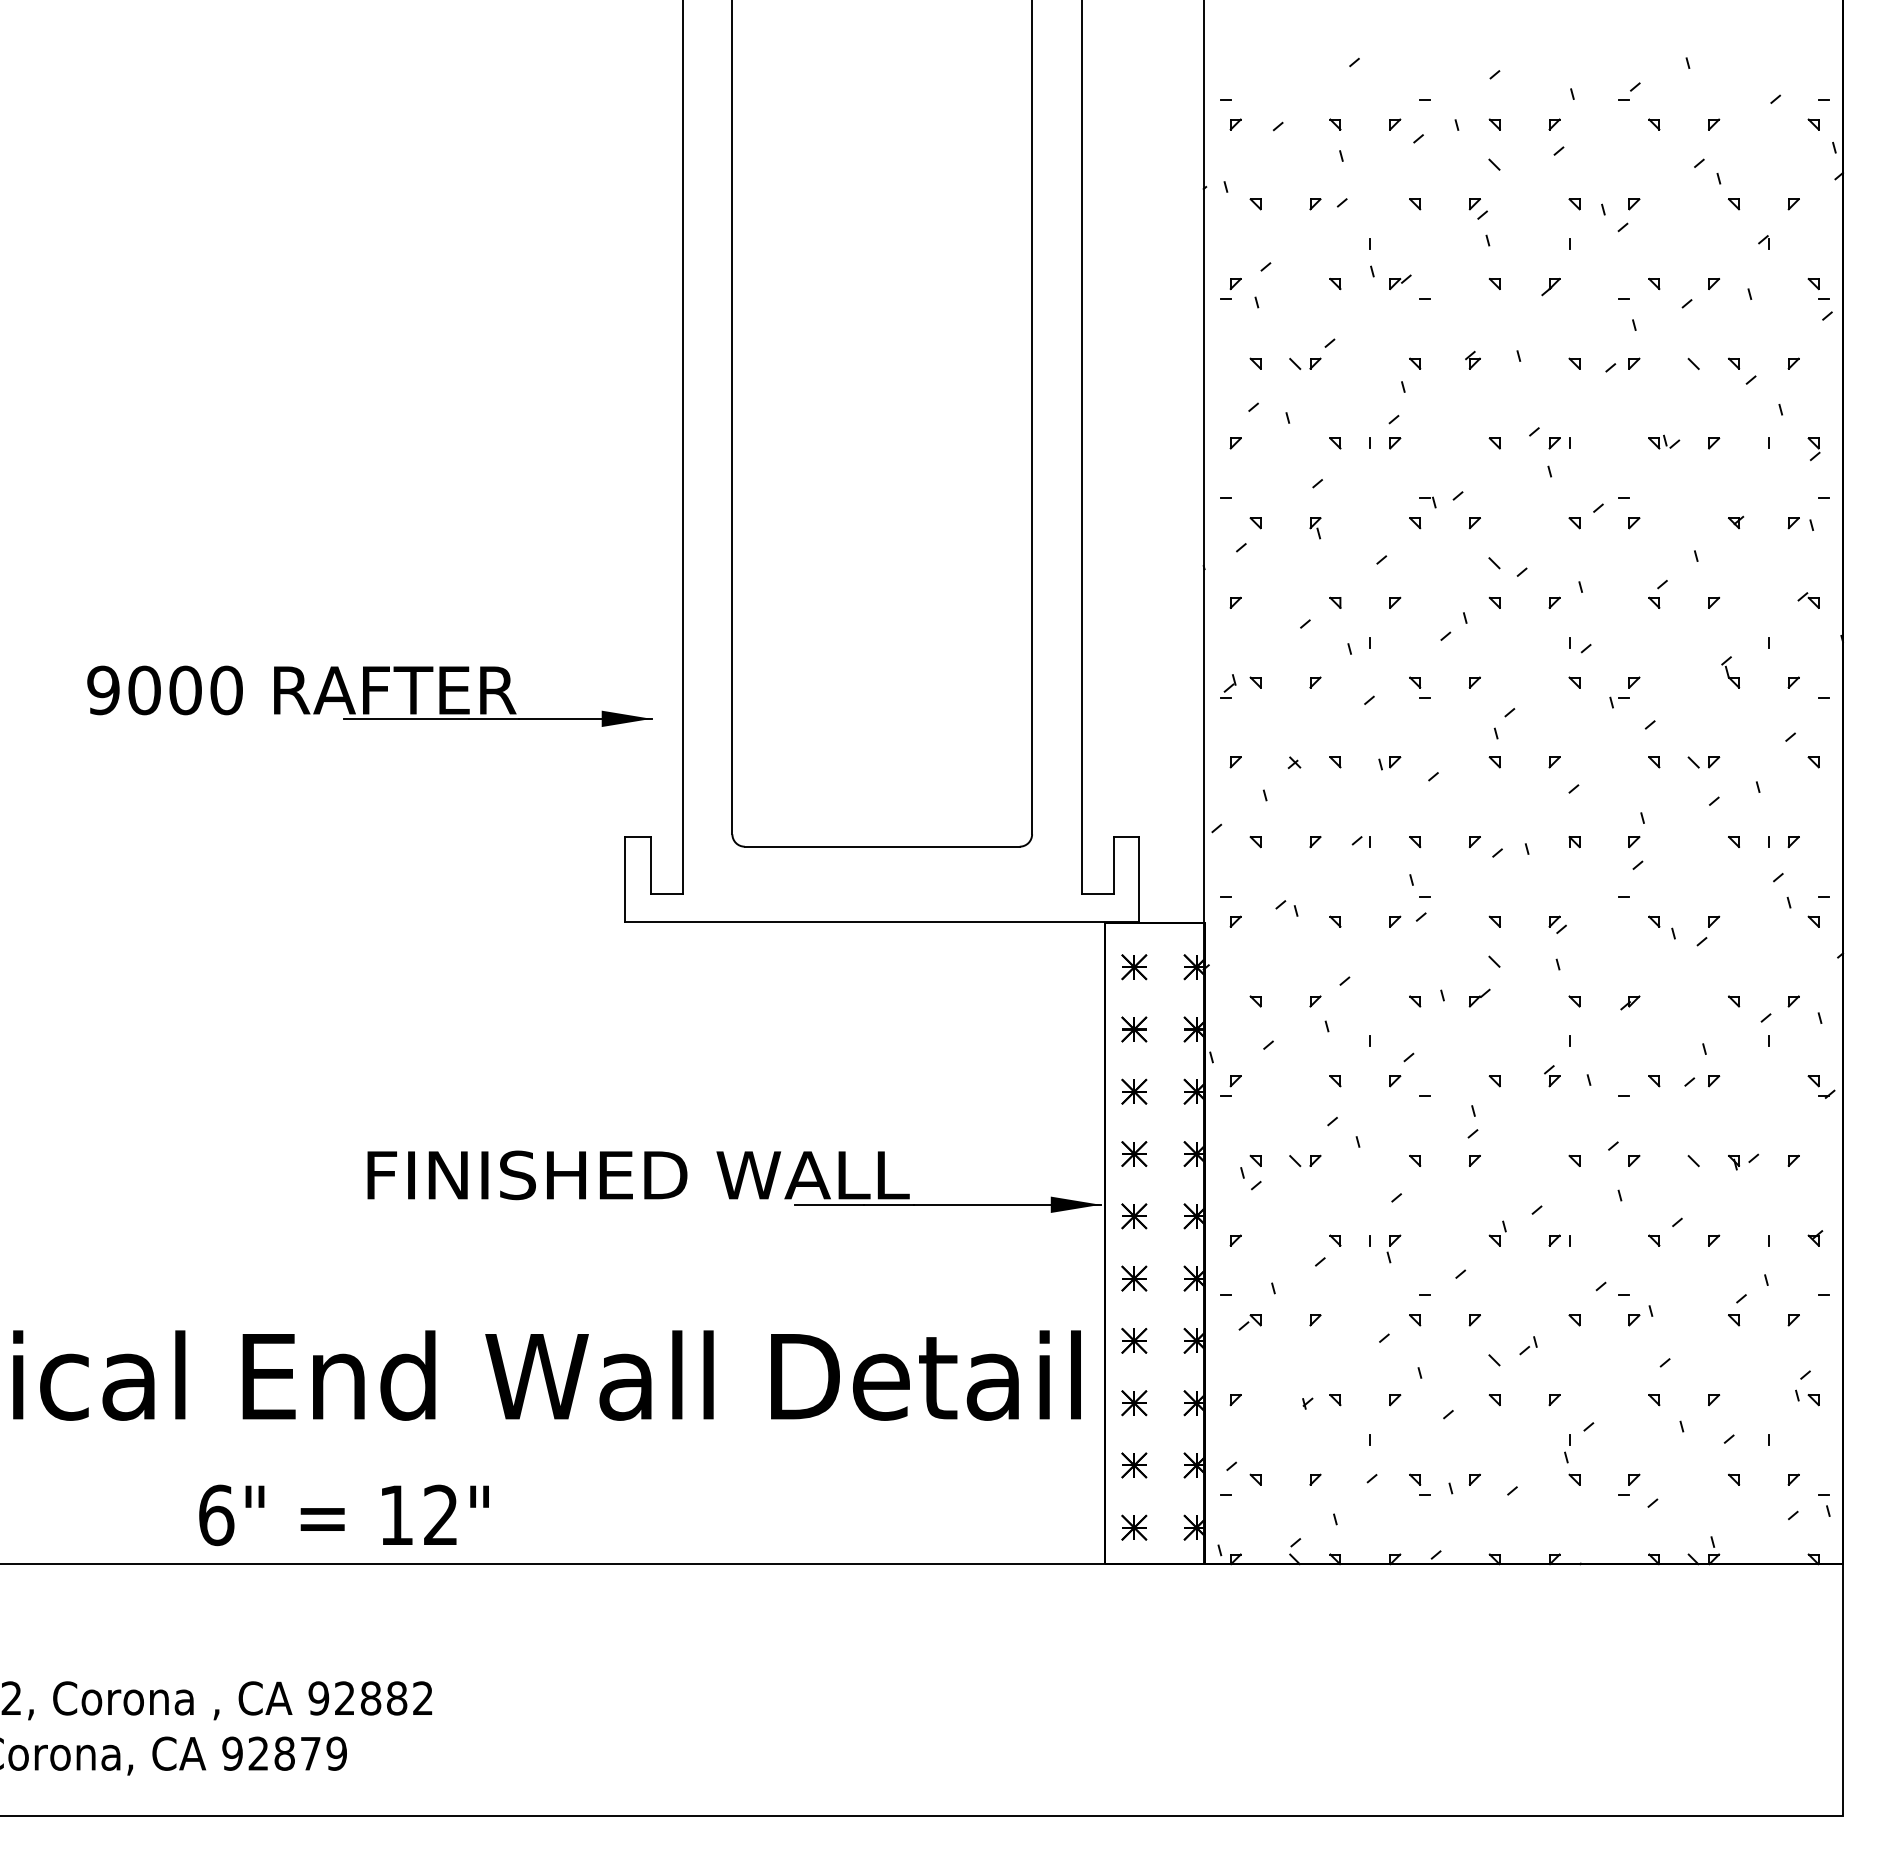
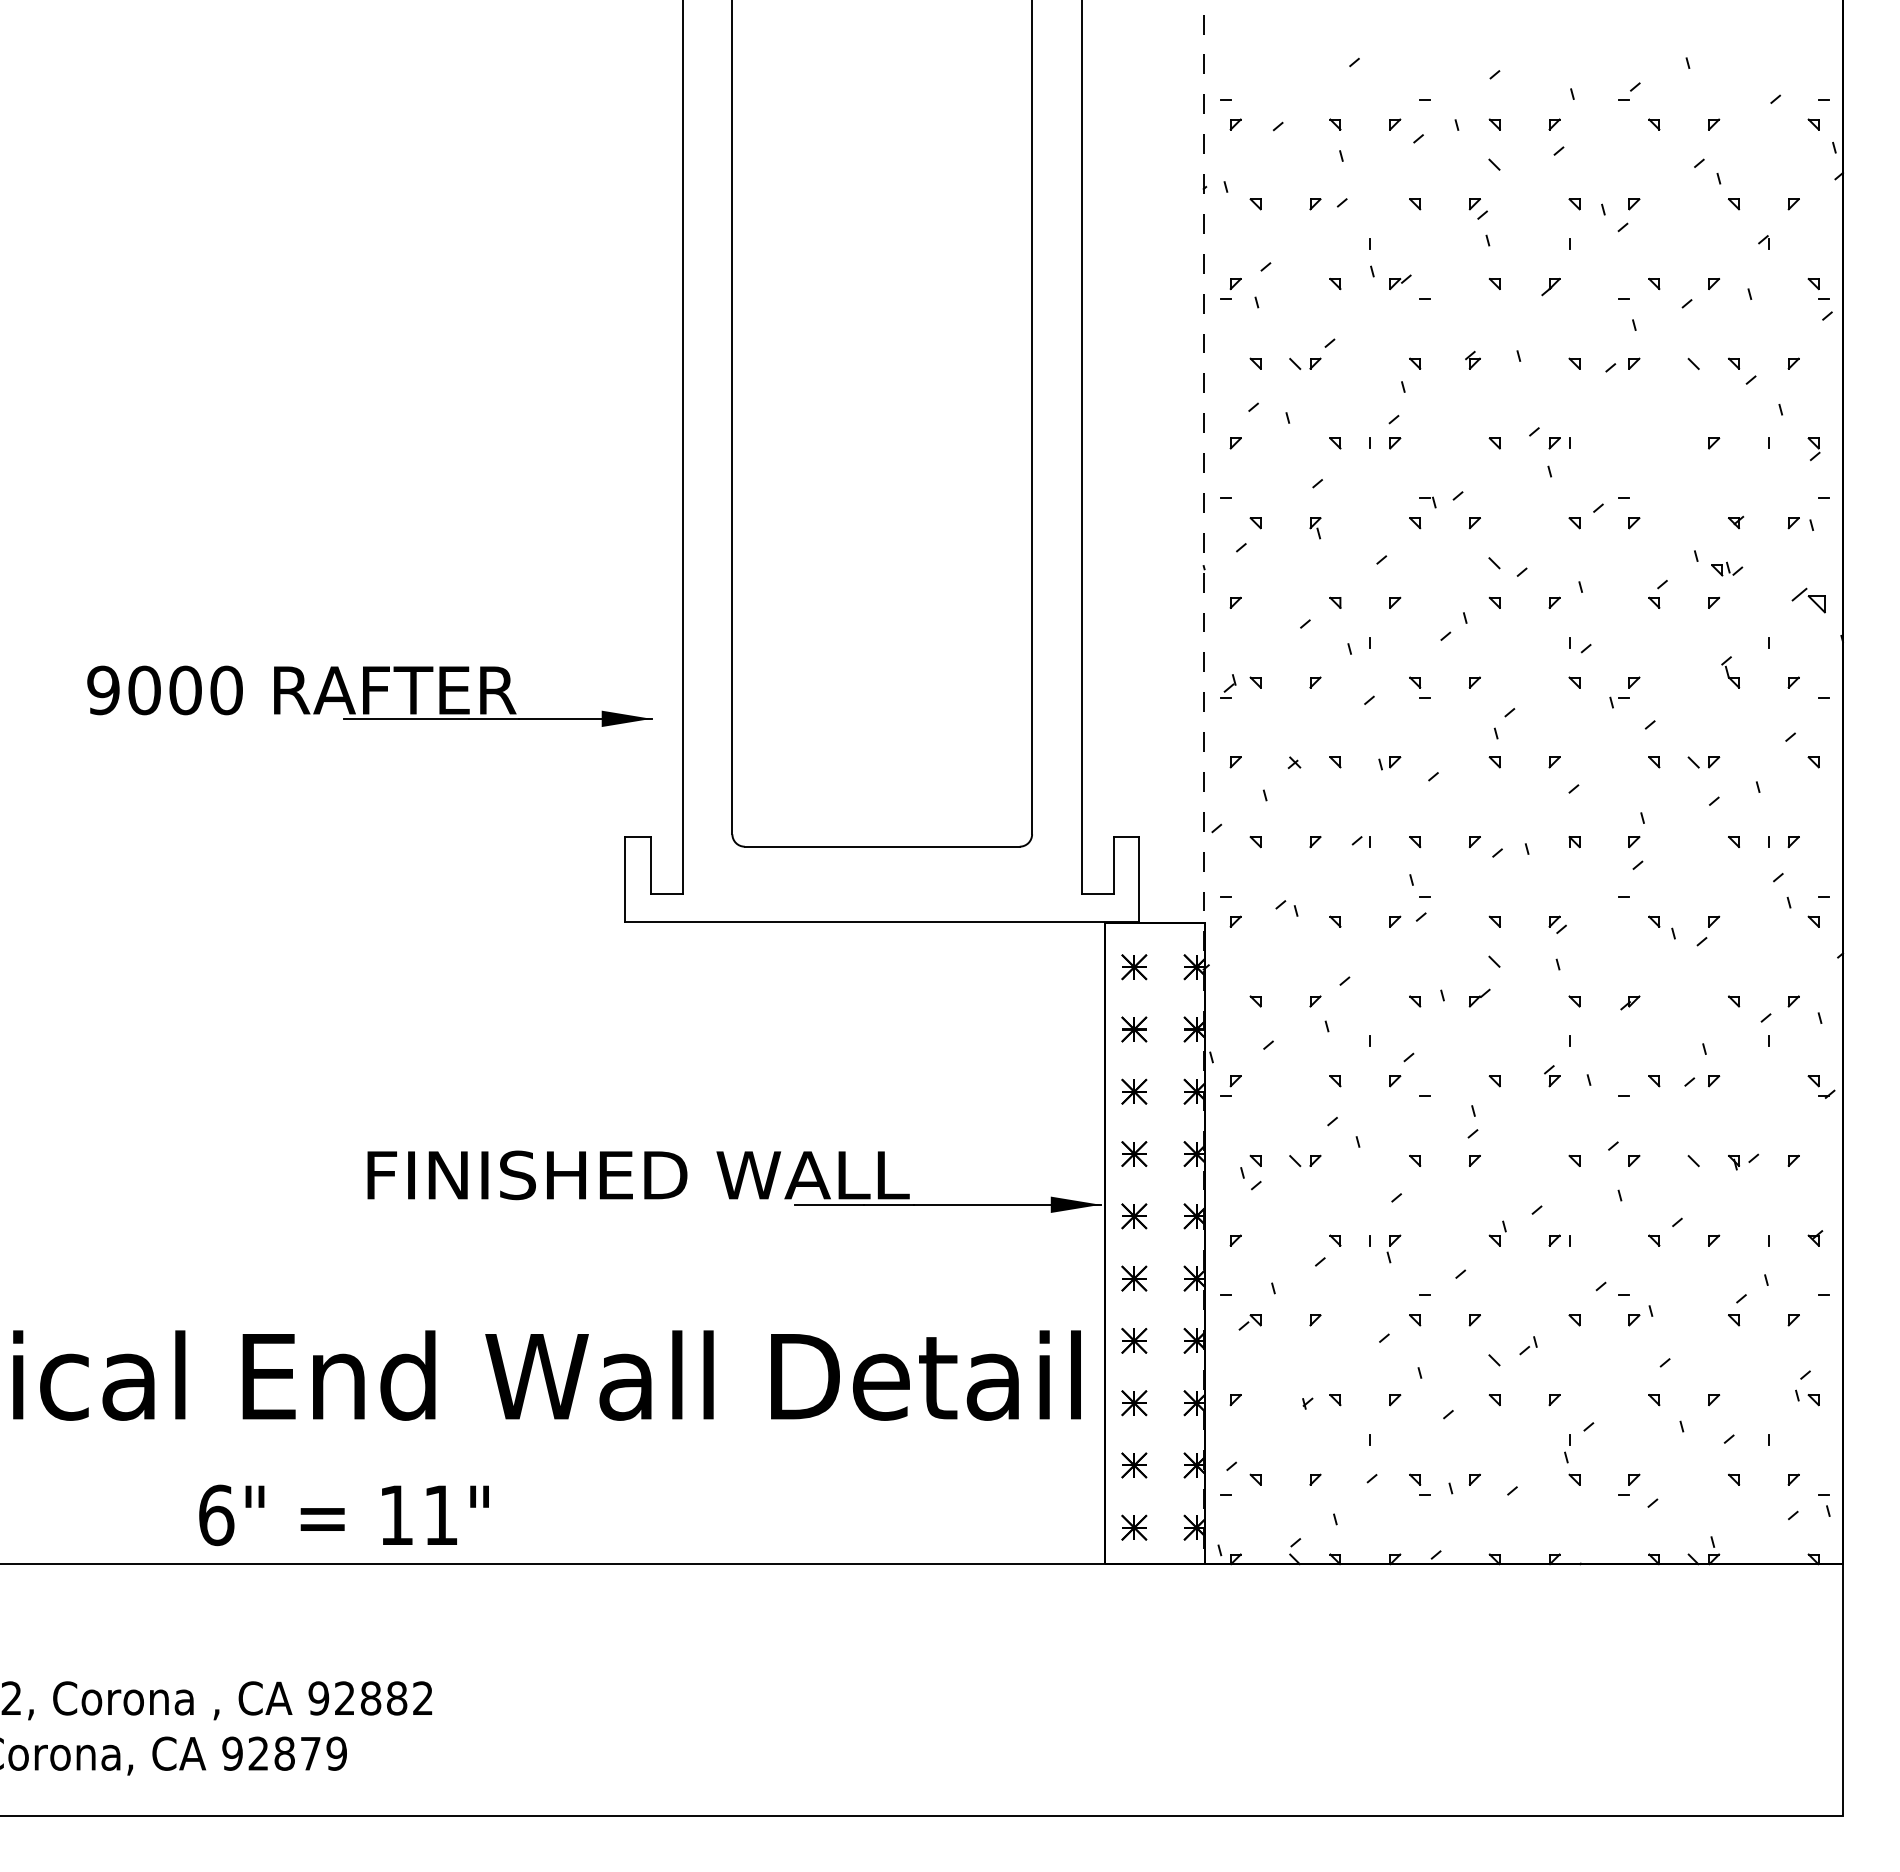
part at (1664, 441) position: (1664, 441) -> (1727, 568)
part at (1808, 600) size: 23x17 px -> 35x27 px
line at (1203, 782): solid -> dashed
text at (440, 1514): 12" -> 11"
